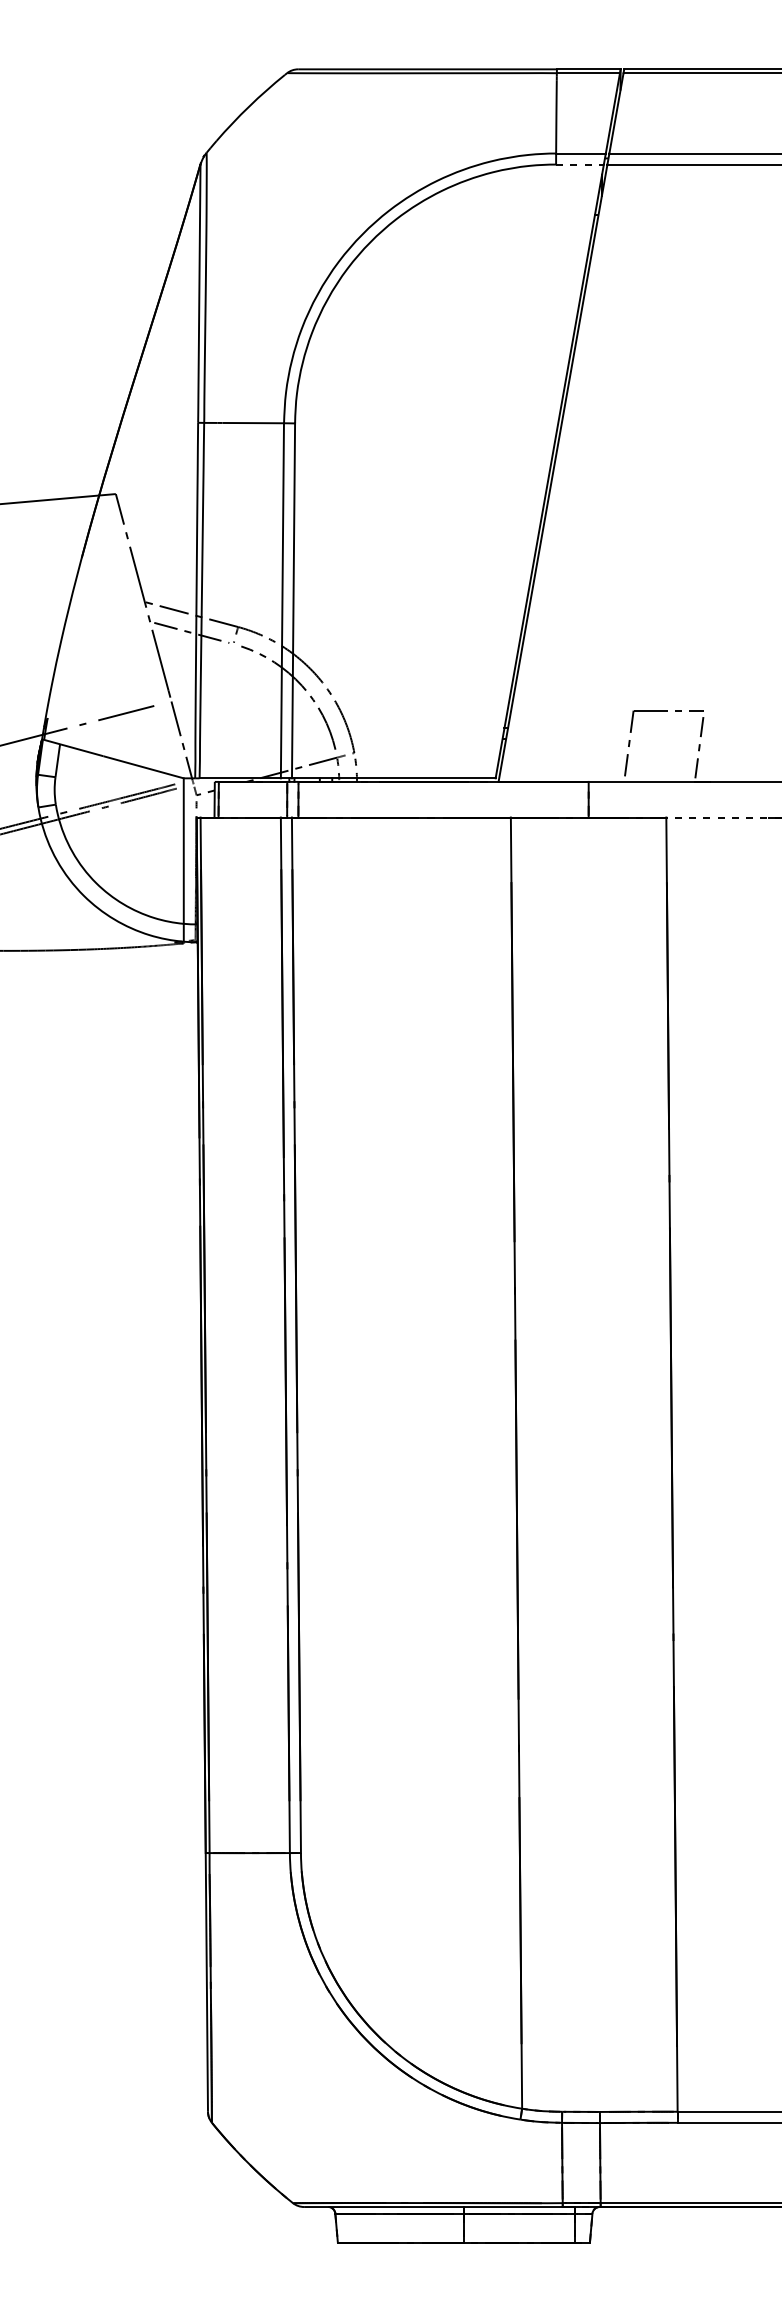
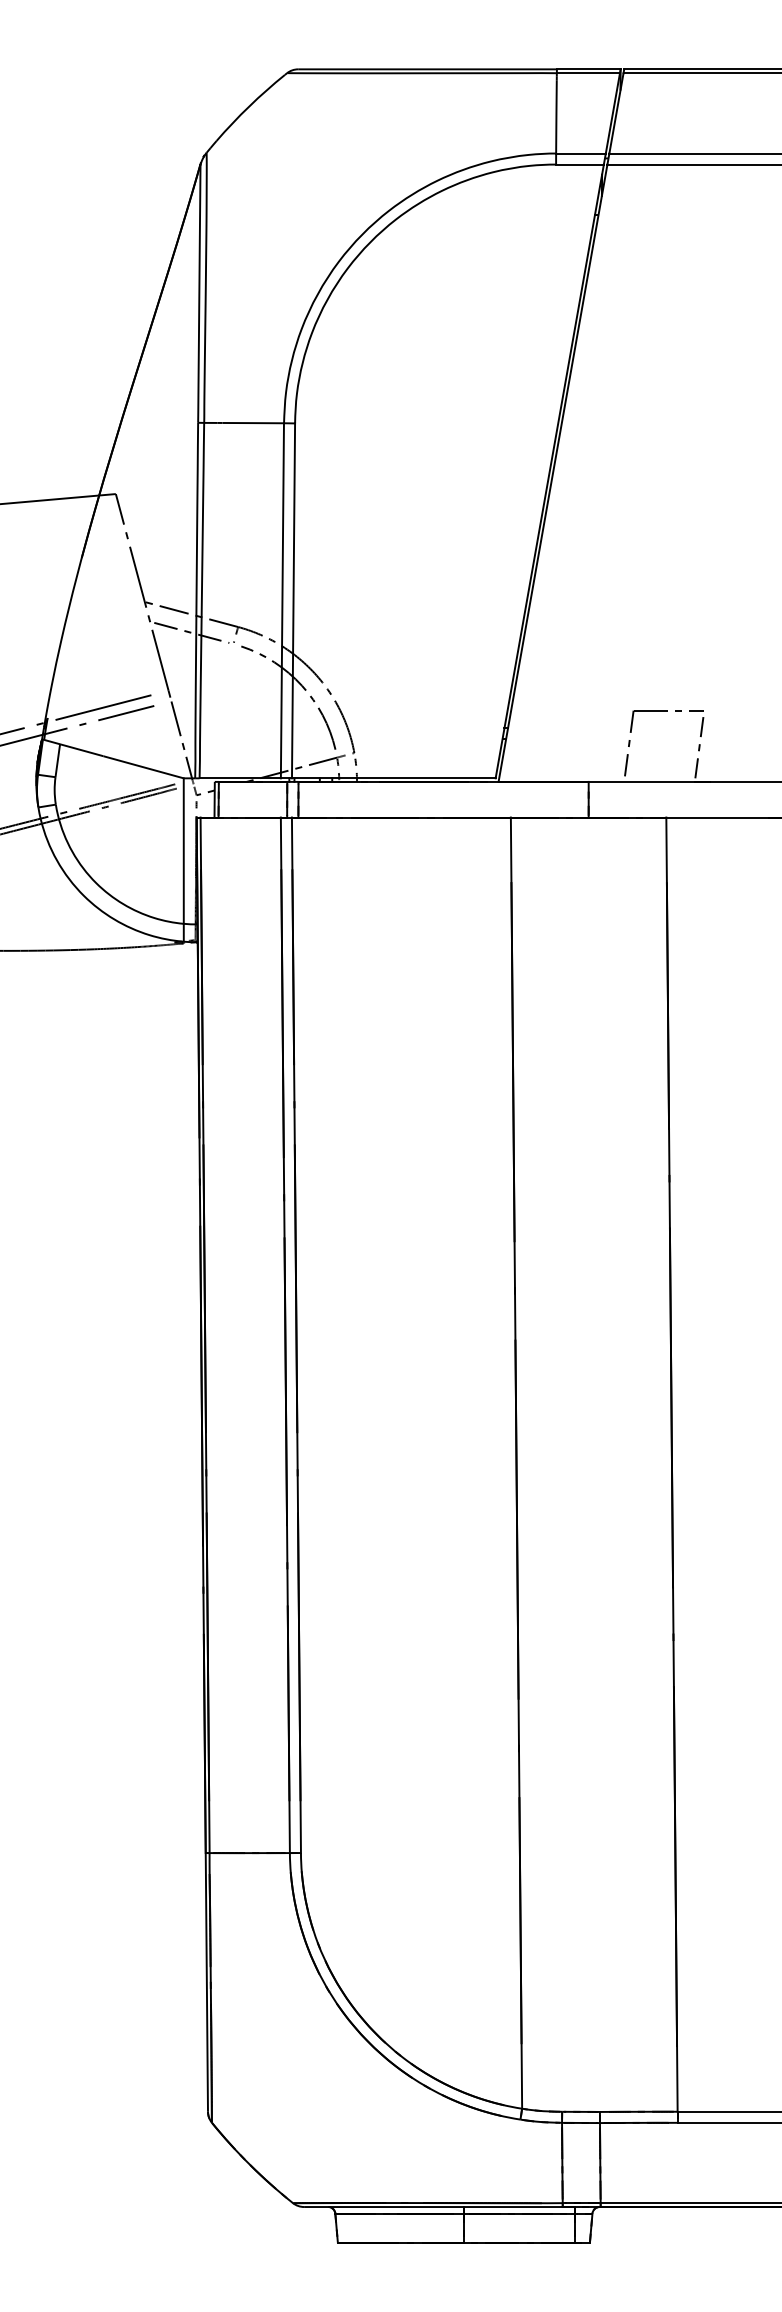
line at (579, 164): dashed -> solid
line at (76, 714): none -> present
line at (723, 817): dashed -> solid
